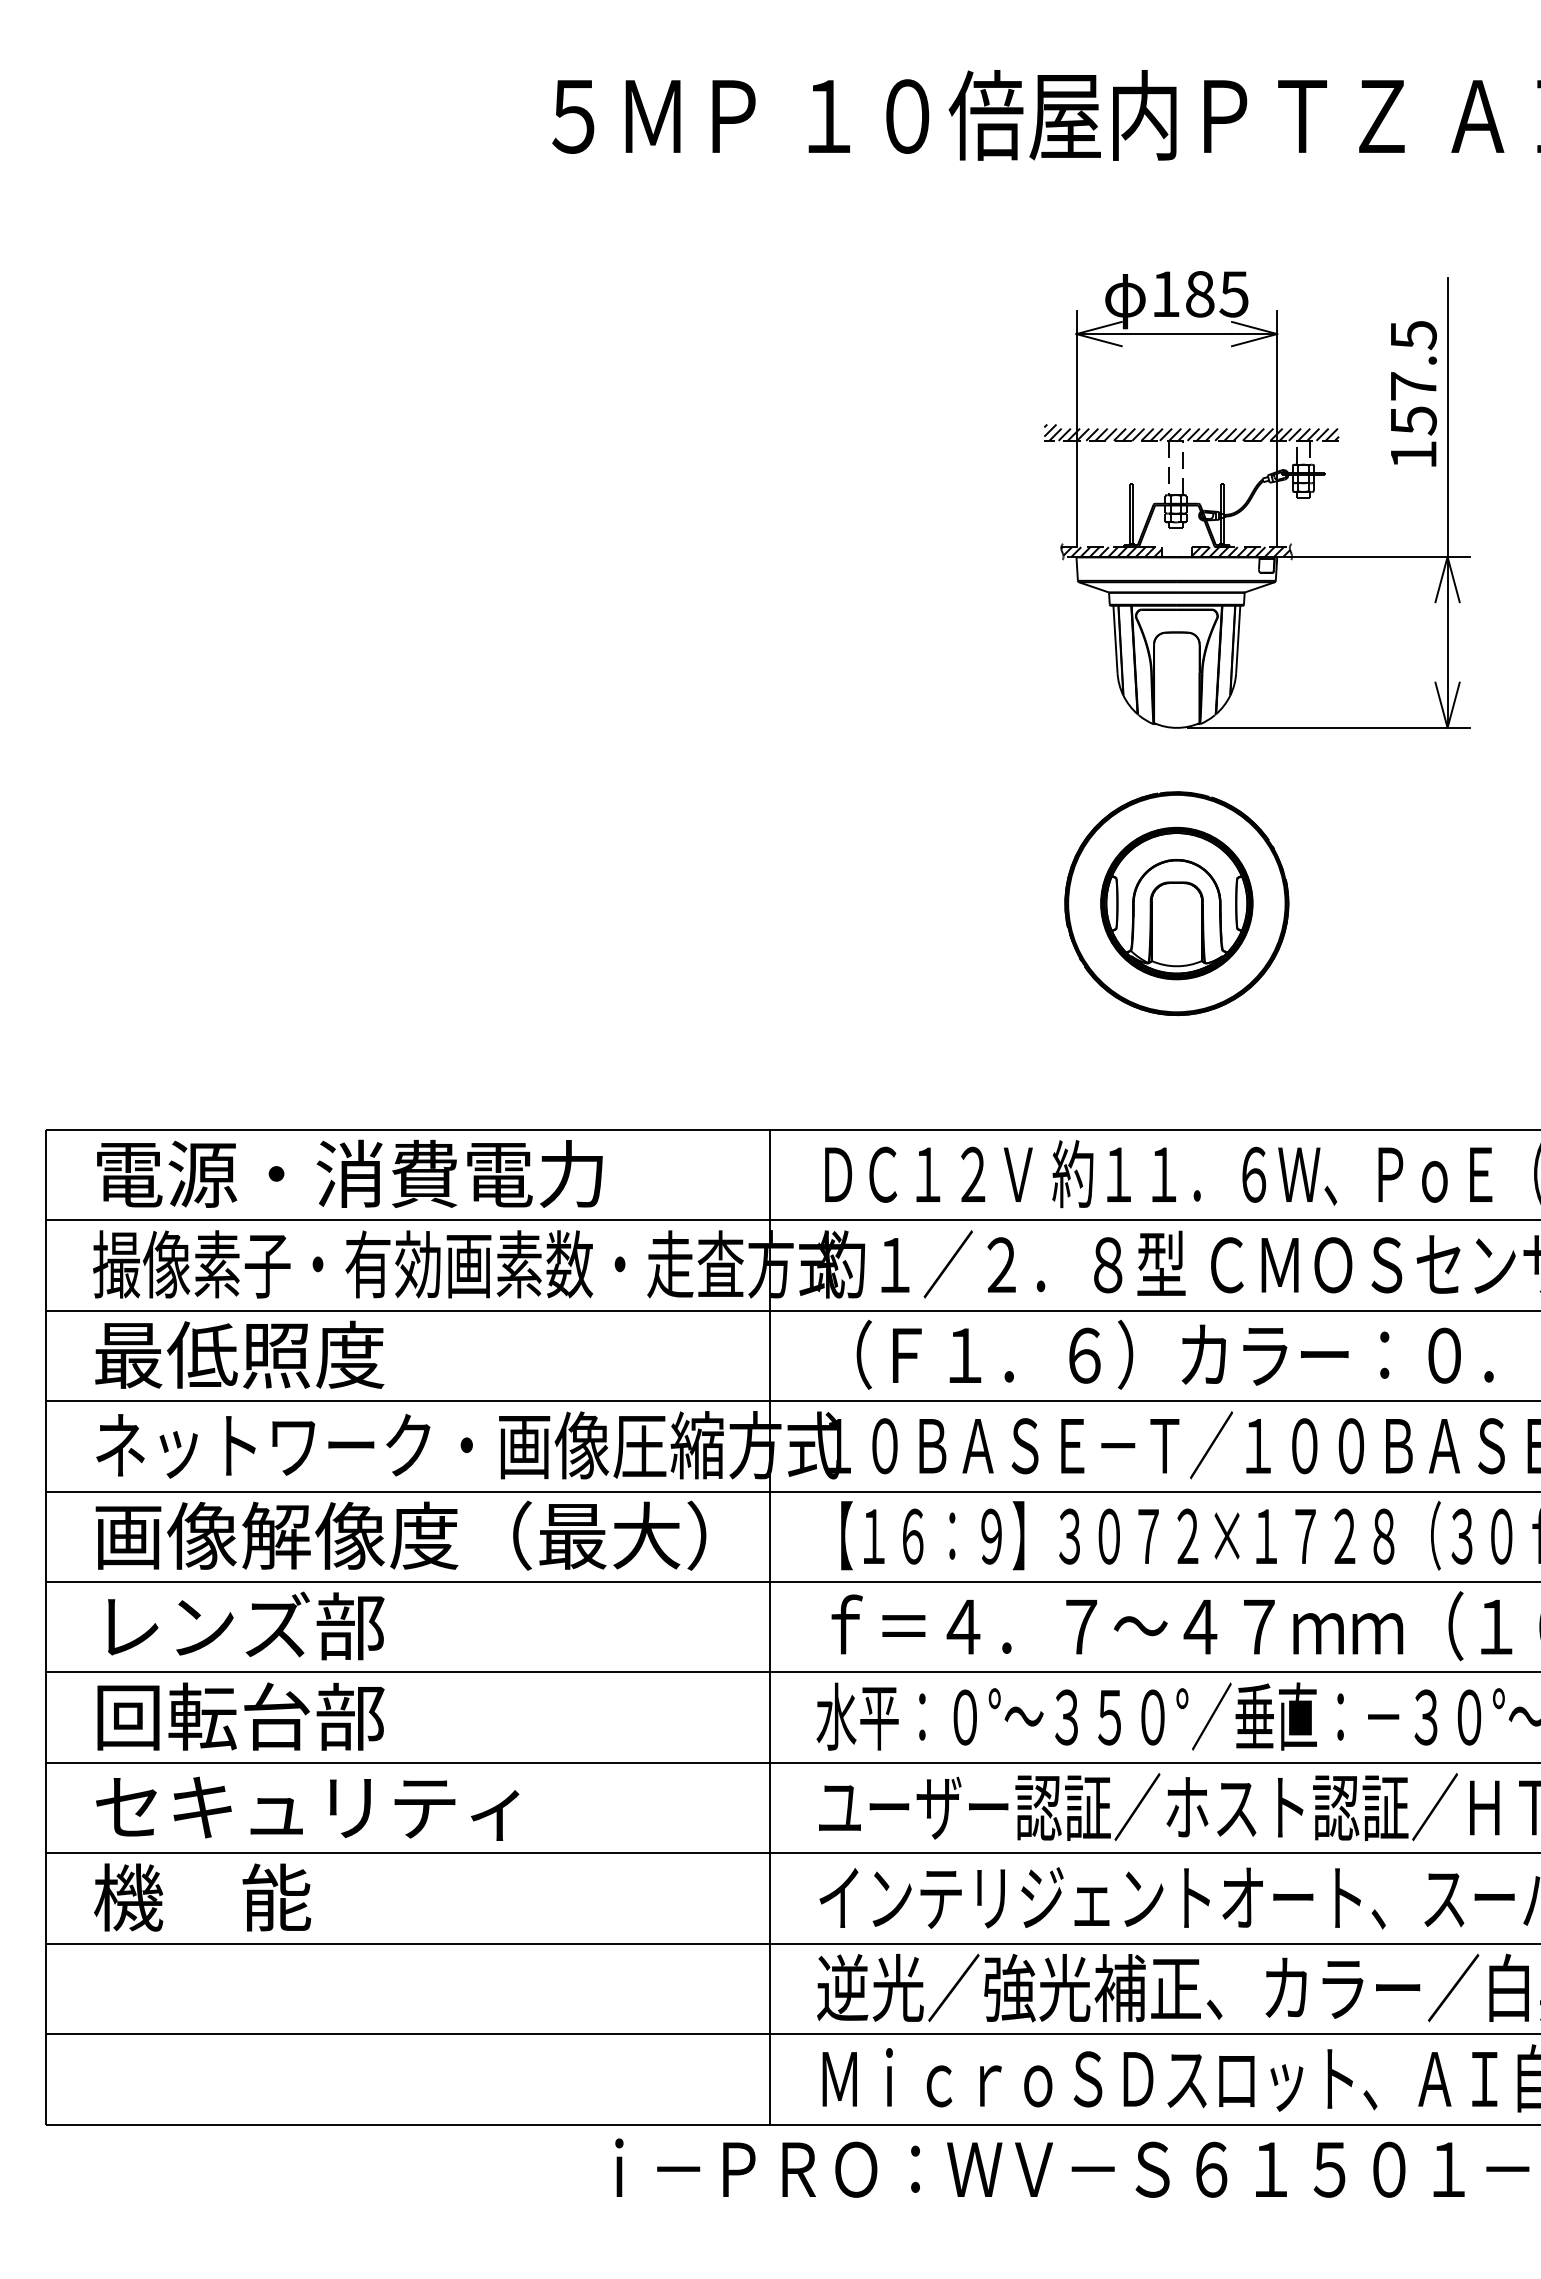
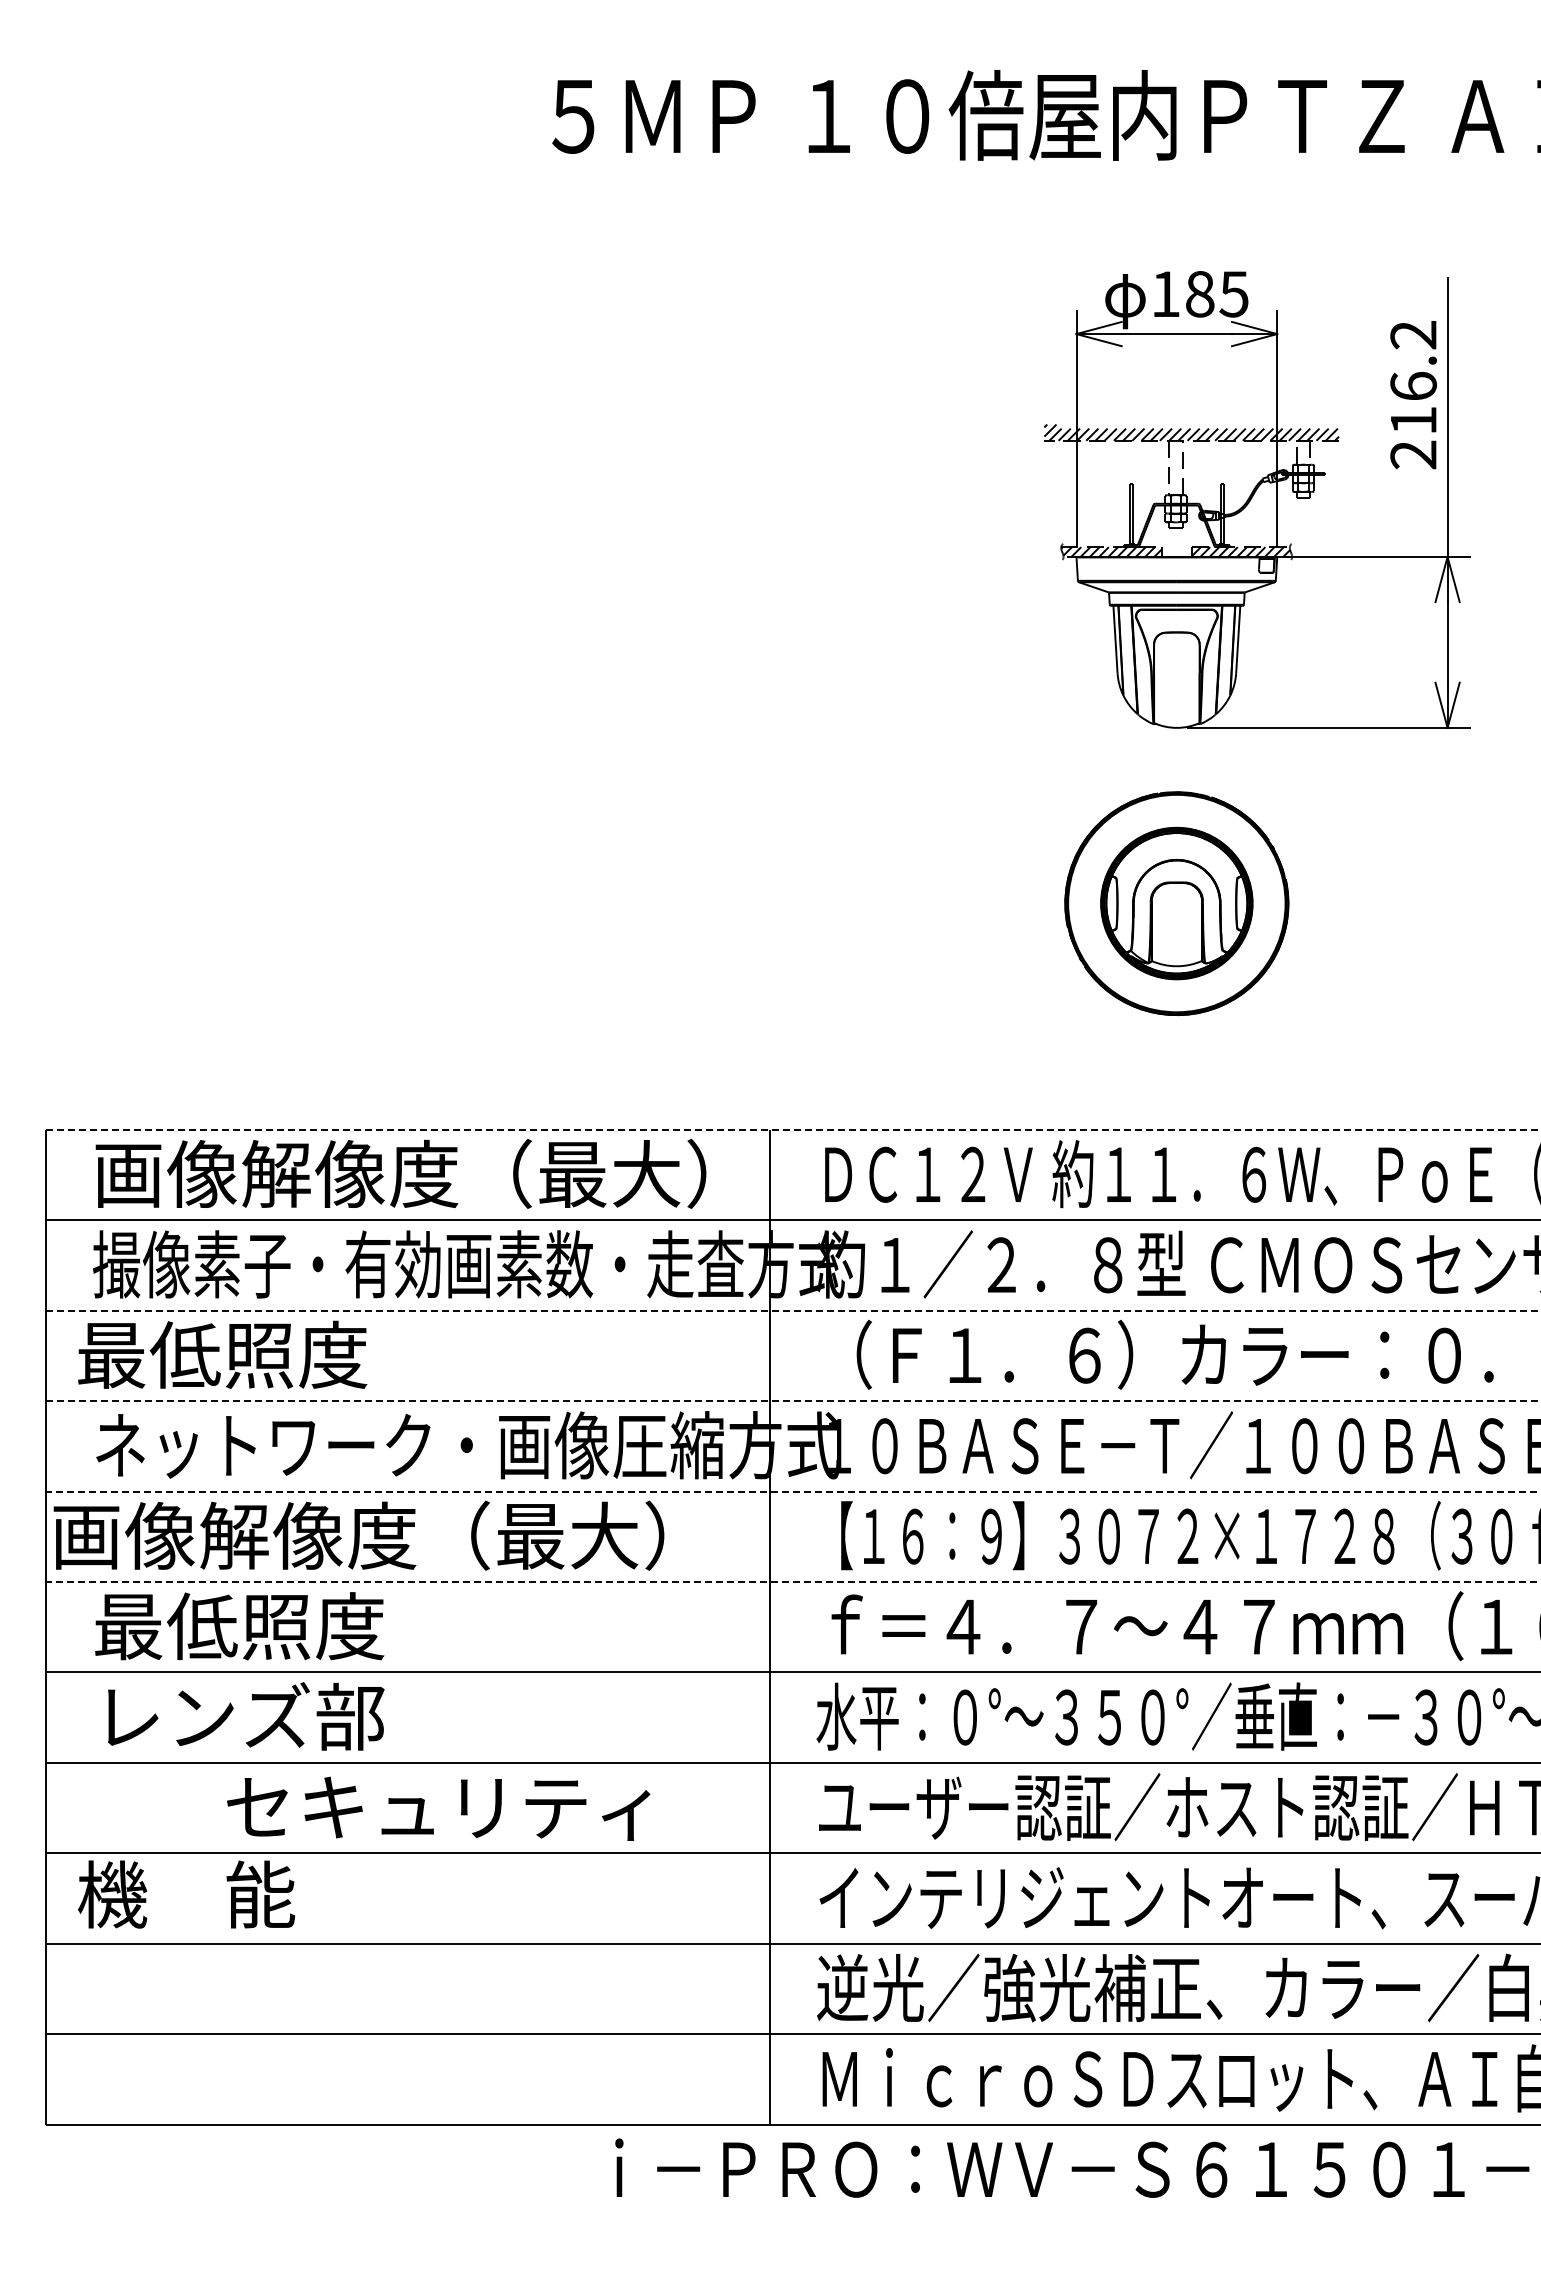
text at (1413, 395): 157.5 -> 216.2
line at (793, 1129): solid -> dashed
text at (400, 1173): 電源・消費電力 -> 画像解像度（最大）
line at (793, 1310): solid -> dashed
text at (239, 1354) position: (239, 1354) -> (222, 1354)
line at (793, 1401): solid -> dashed
line at (792, 1491): solid -> dashed
text at (400, 1535) position: (400, 1535) -> (358, 1535)
line at (792, 1581): solid -> dashed
text at (239, 1625): レンズ部 -> 最低照度
text at (203, 1716): 回転台部 -> レンズ部
text at (307, 1808) position: (307, 1808) -> (438, 1808)
text at (202, 1897) position: (202, 1897) -> (186, 1894)
